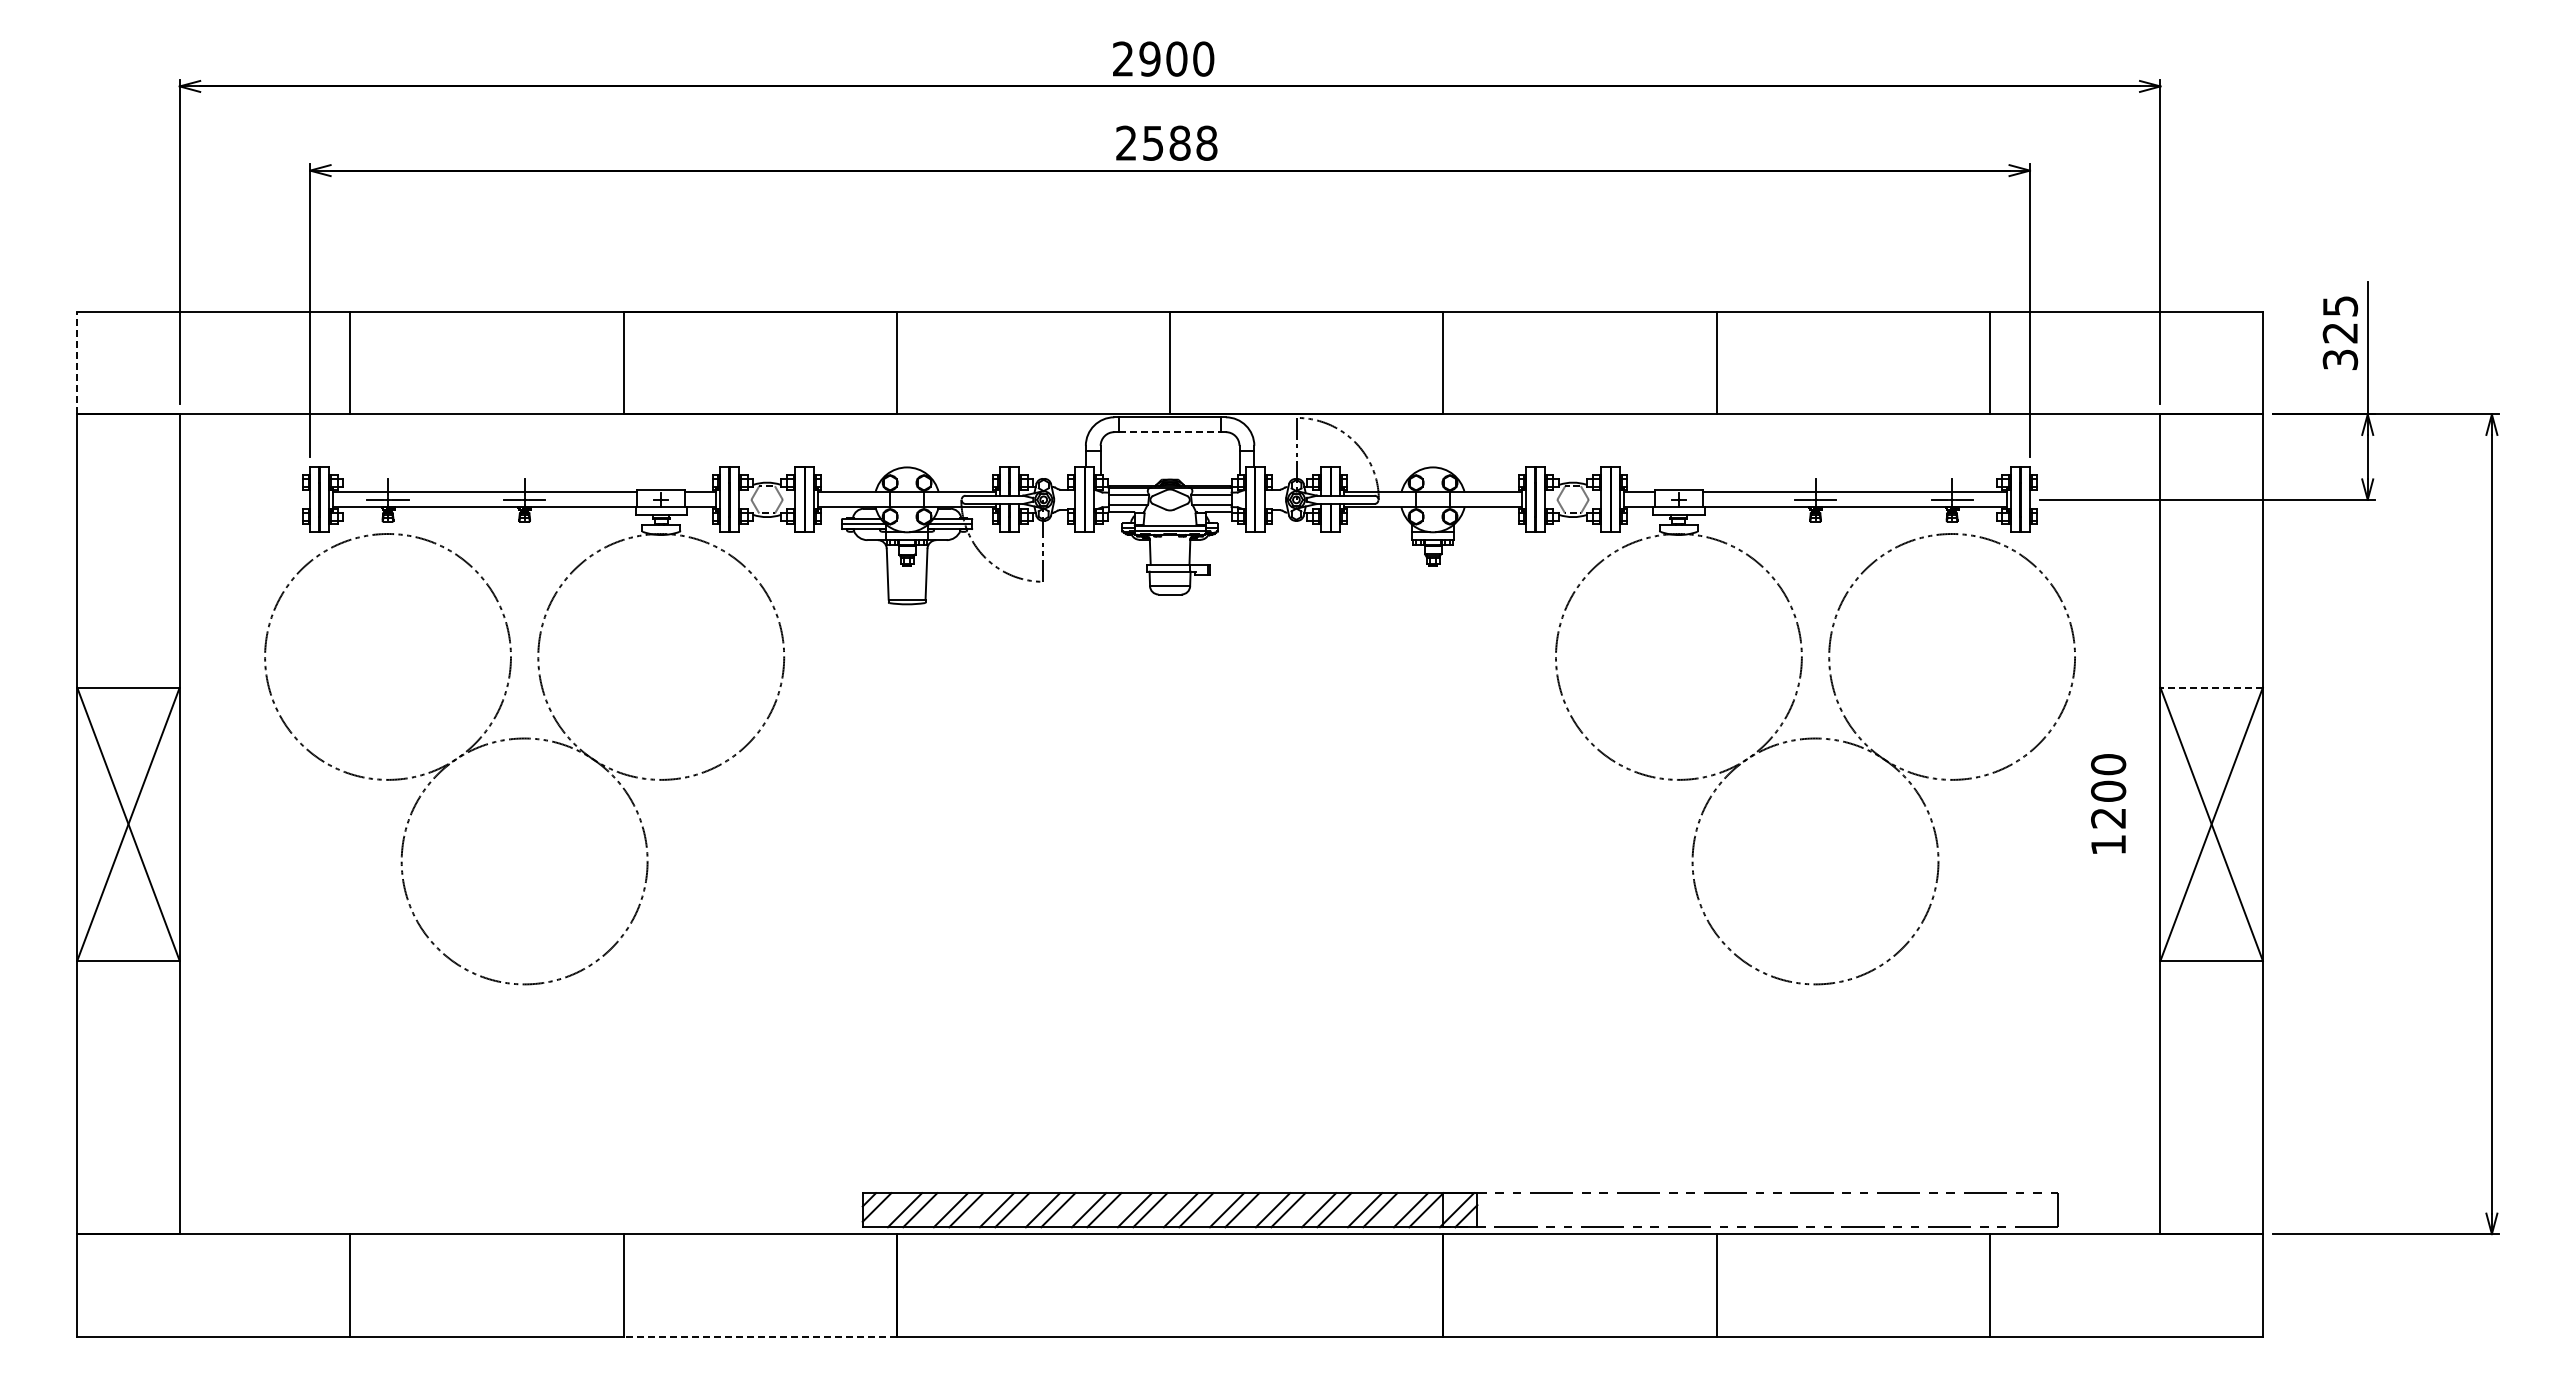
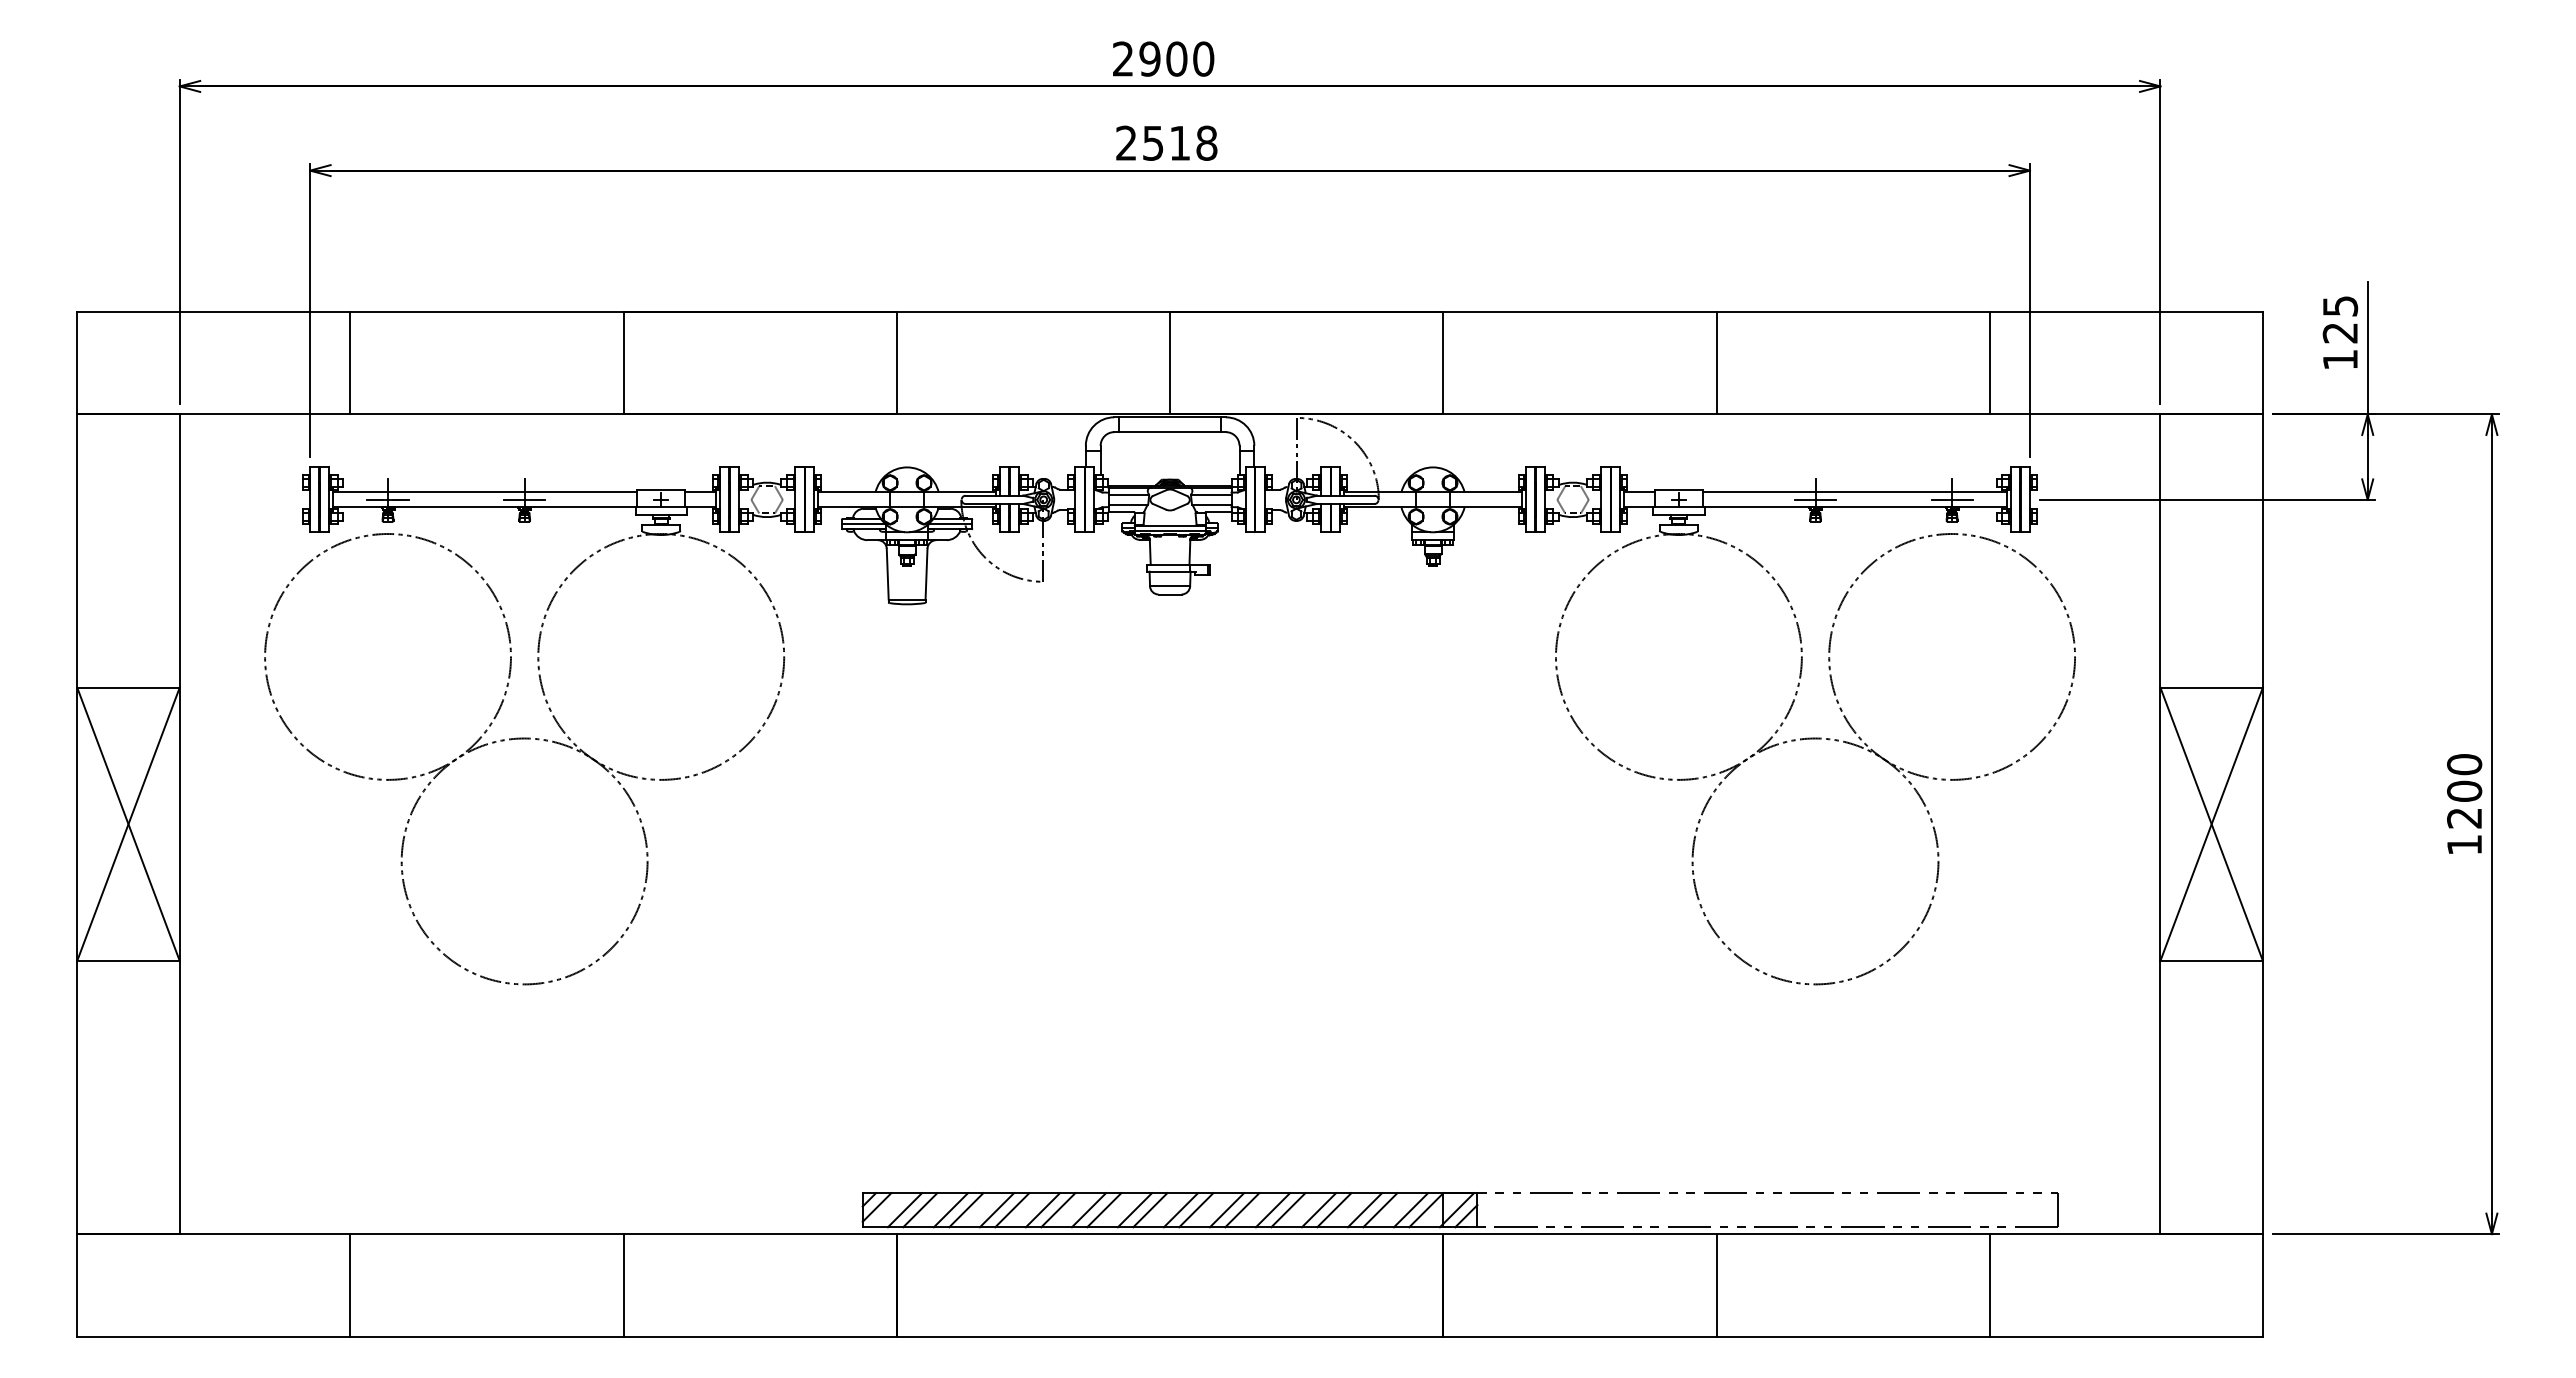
text at (1179, 142): 2588 -> 2518
text at (2340, 359): 325 -> 125
line at (77, 362): dashed -> solid
line at (1170, 432): dashed -> solid
line at (2211, 687): dashed -> solid
text at (2108, 803) position: (2108, 803) -> (2464, 803)
line at (760, 1336): dashed -> solid
